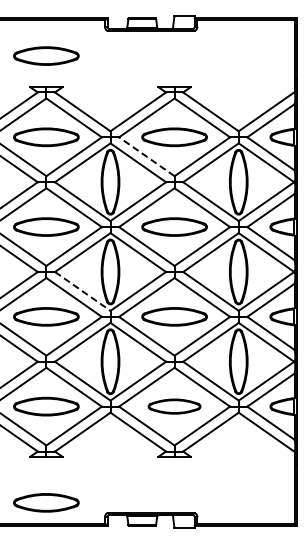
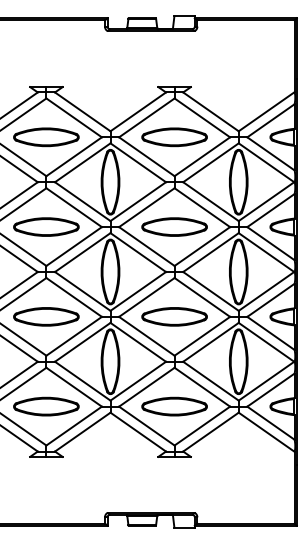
part at (46, 55): present -> none
line at (146, 156): dashed -> solid
line at (82, 291): dashed -> solid
part at (174, 406) size: 55x17 px -> 67x21 px
part at (46, 502): present -> none
